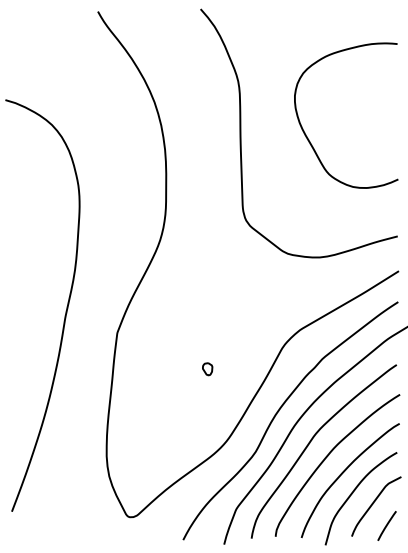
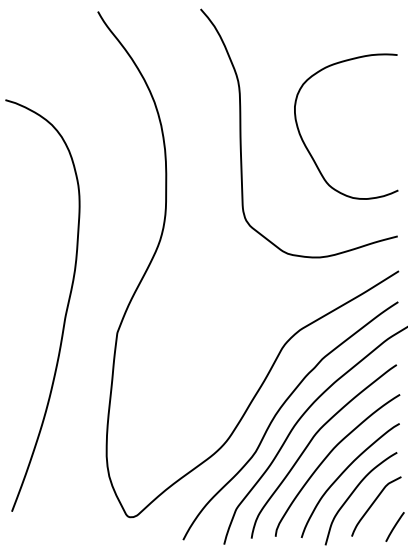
curve at (309, 139) position: (309, 139) -> (309, 150)
part at (207, 369): present -> none
line at (386, 525) position: (386, 525) -> (394, 526)
